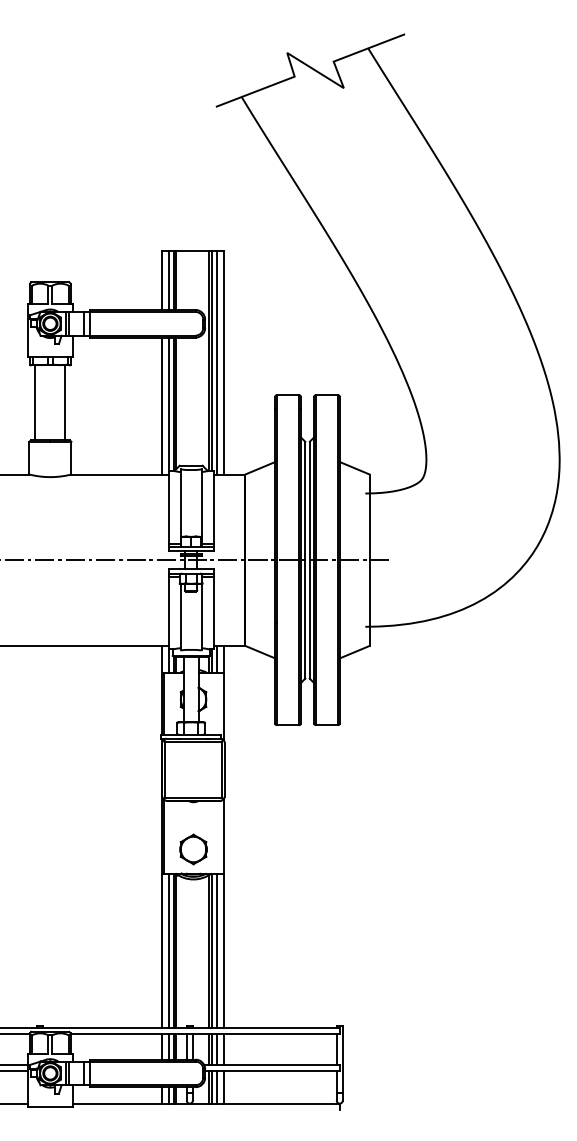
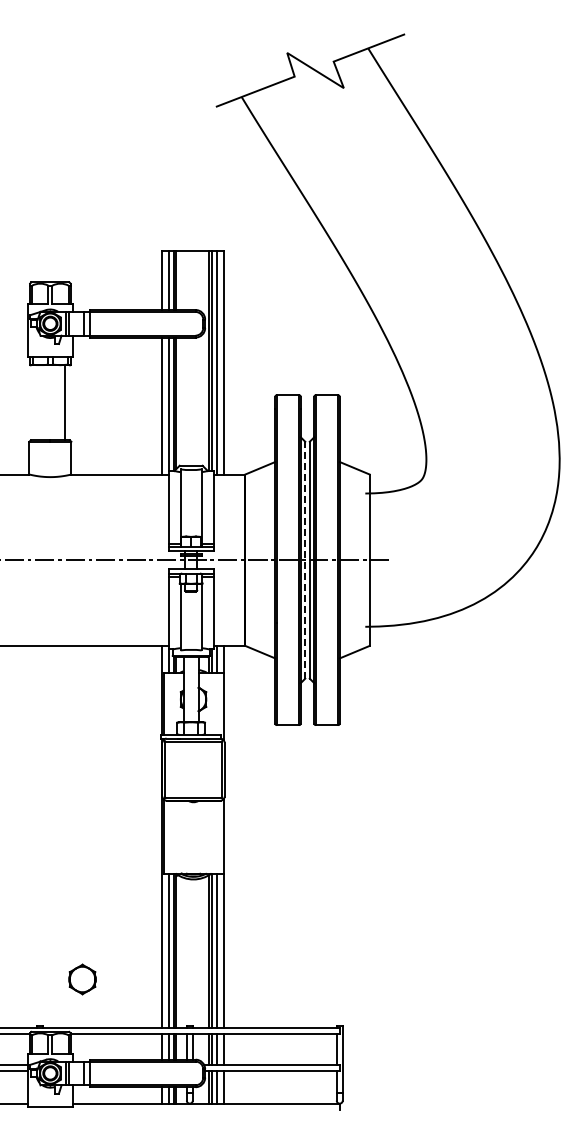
line at (35, 402): present -> none
line at (305, 559): solid -> dashed
part at (193, 849) position: (193, 849) -> (82, 979)
